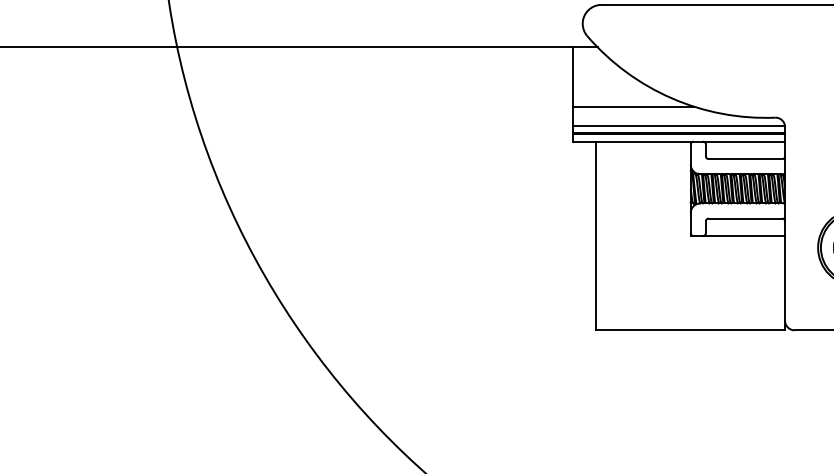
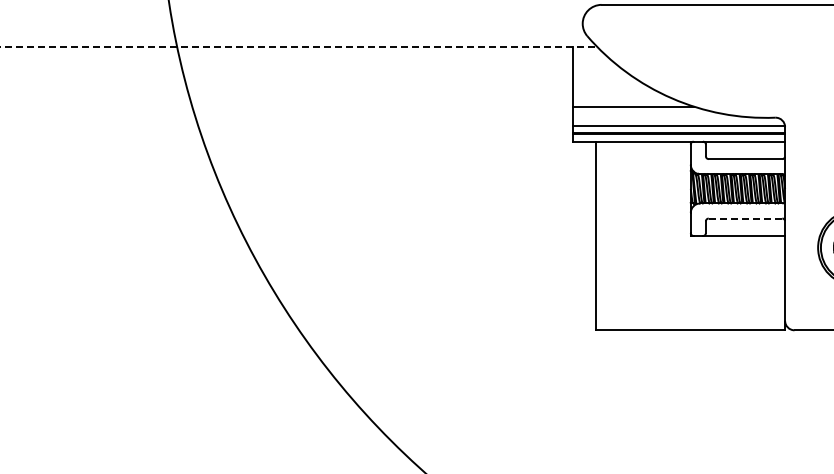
line at (299, 47): solid -> dashed
line at (745, 218): solid -> dashed
